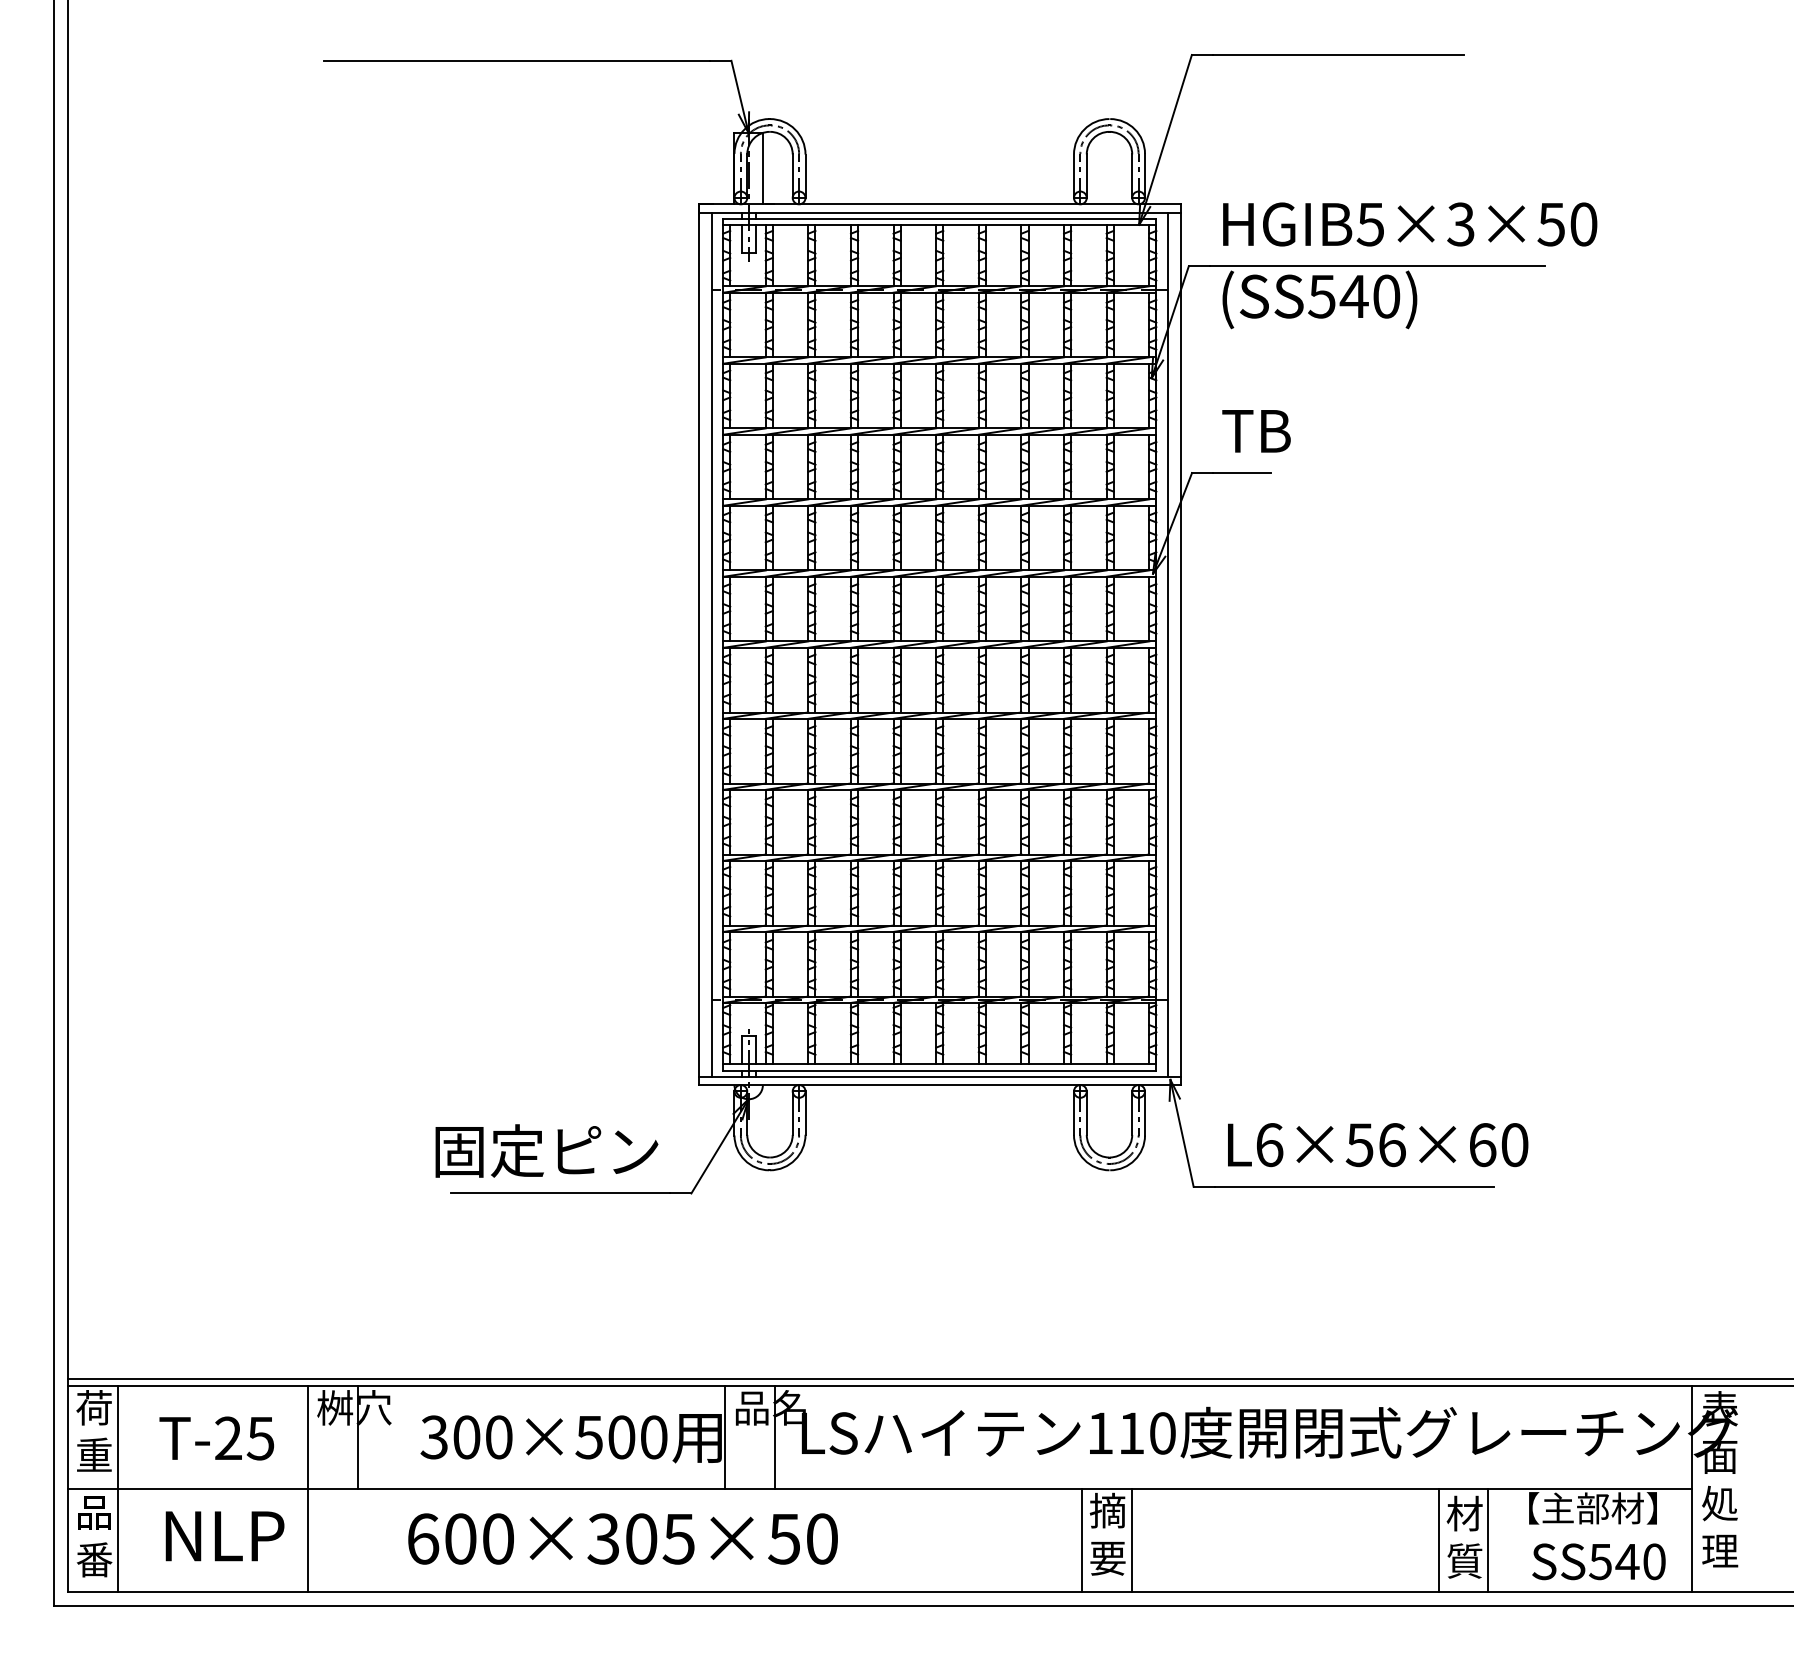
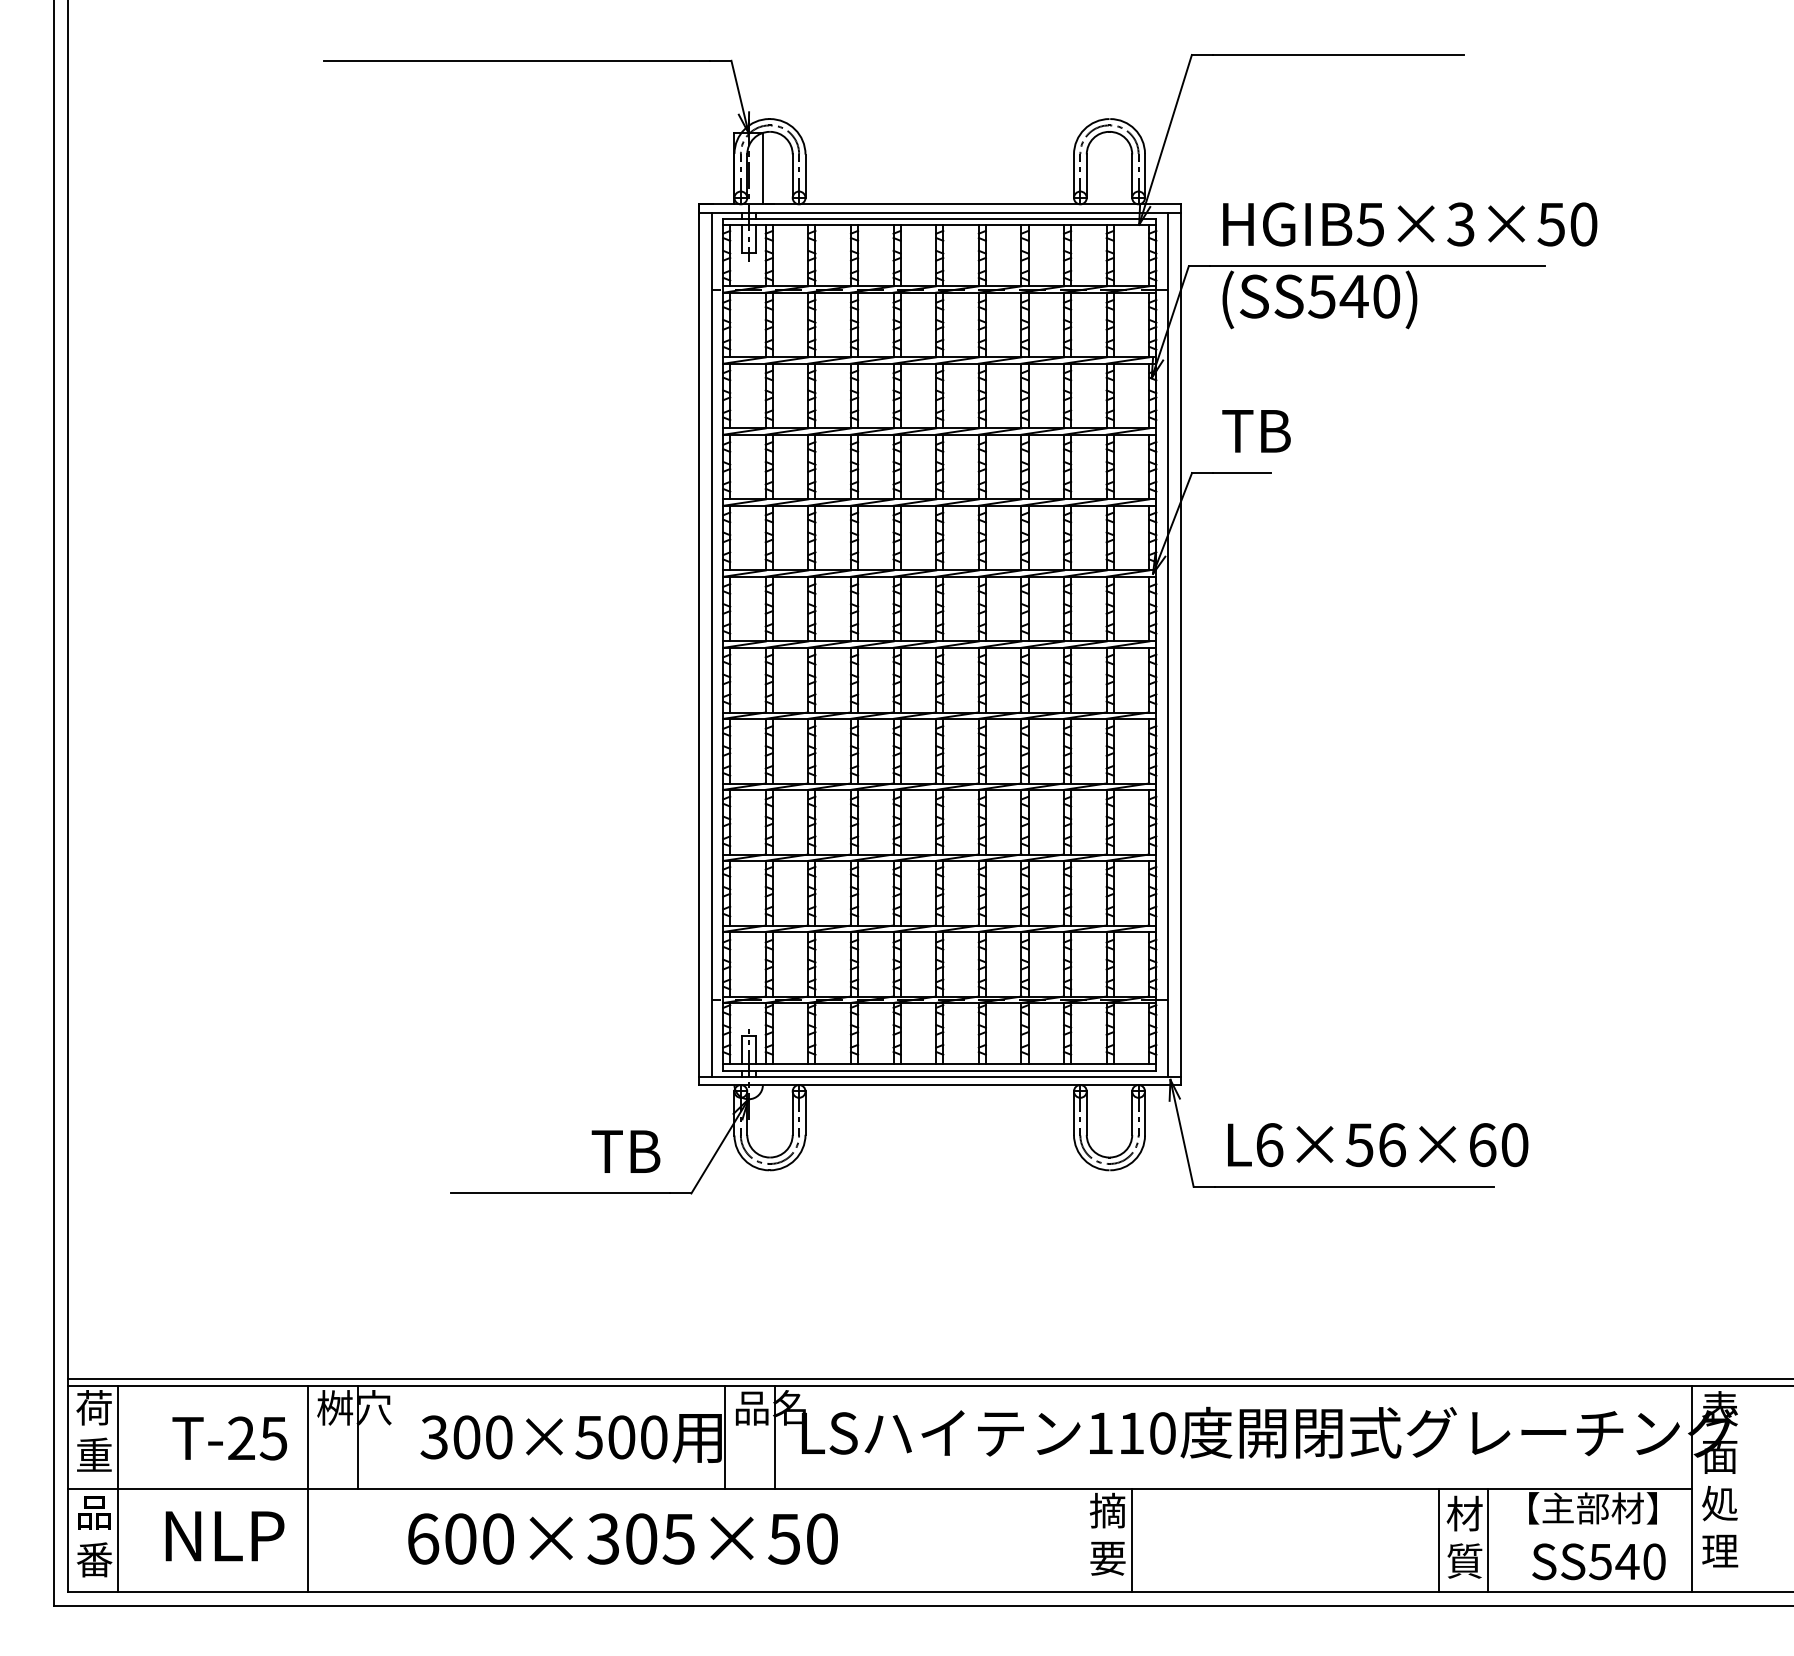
text at (547, 1150): 固定ピン -> TB
text at (216, 1438) position: (216, 1438) -> (229, 1438)
line at (1082, 1540): present -> none
